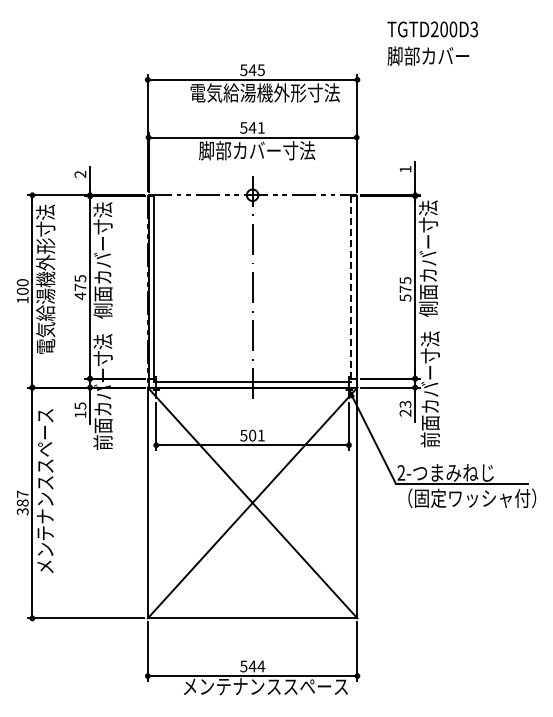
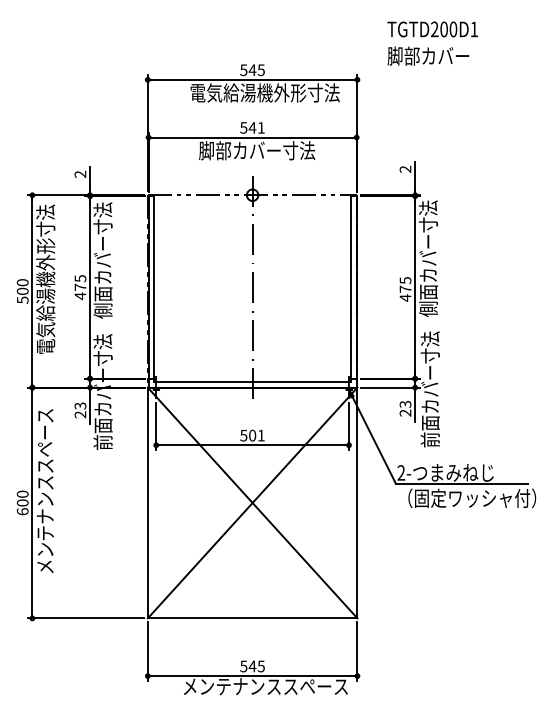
text at (473, 29): TGTD200D3 -> TGTD200D1
text at (405, 168): 1 -> 2
line at (350, 288): dashed -> solid
text at (405, 297): 575 -> 475
text at (22, 299): 100 -> 500
text at (80, 410): 15 -> 23
text at (22, 502): 387 -> 600
text at (261, 666): 544 -> 545
